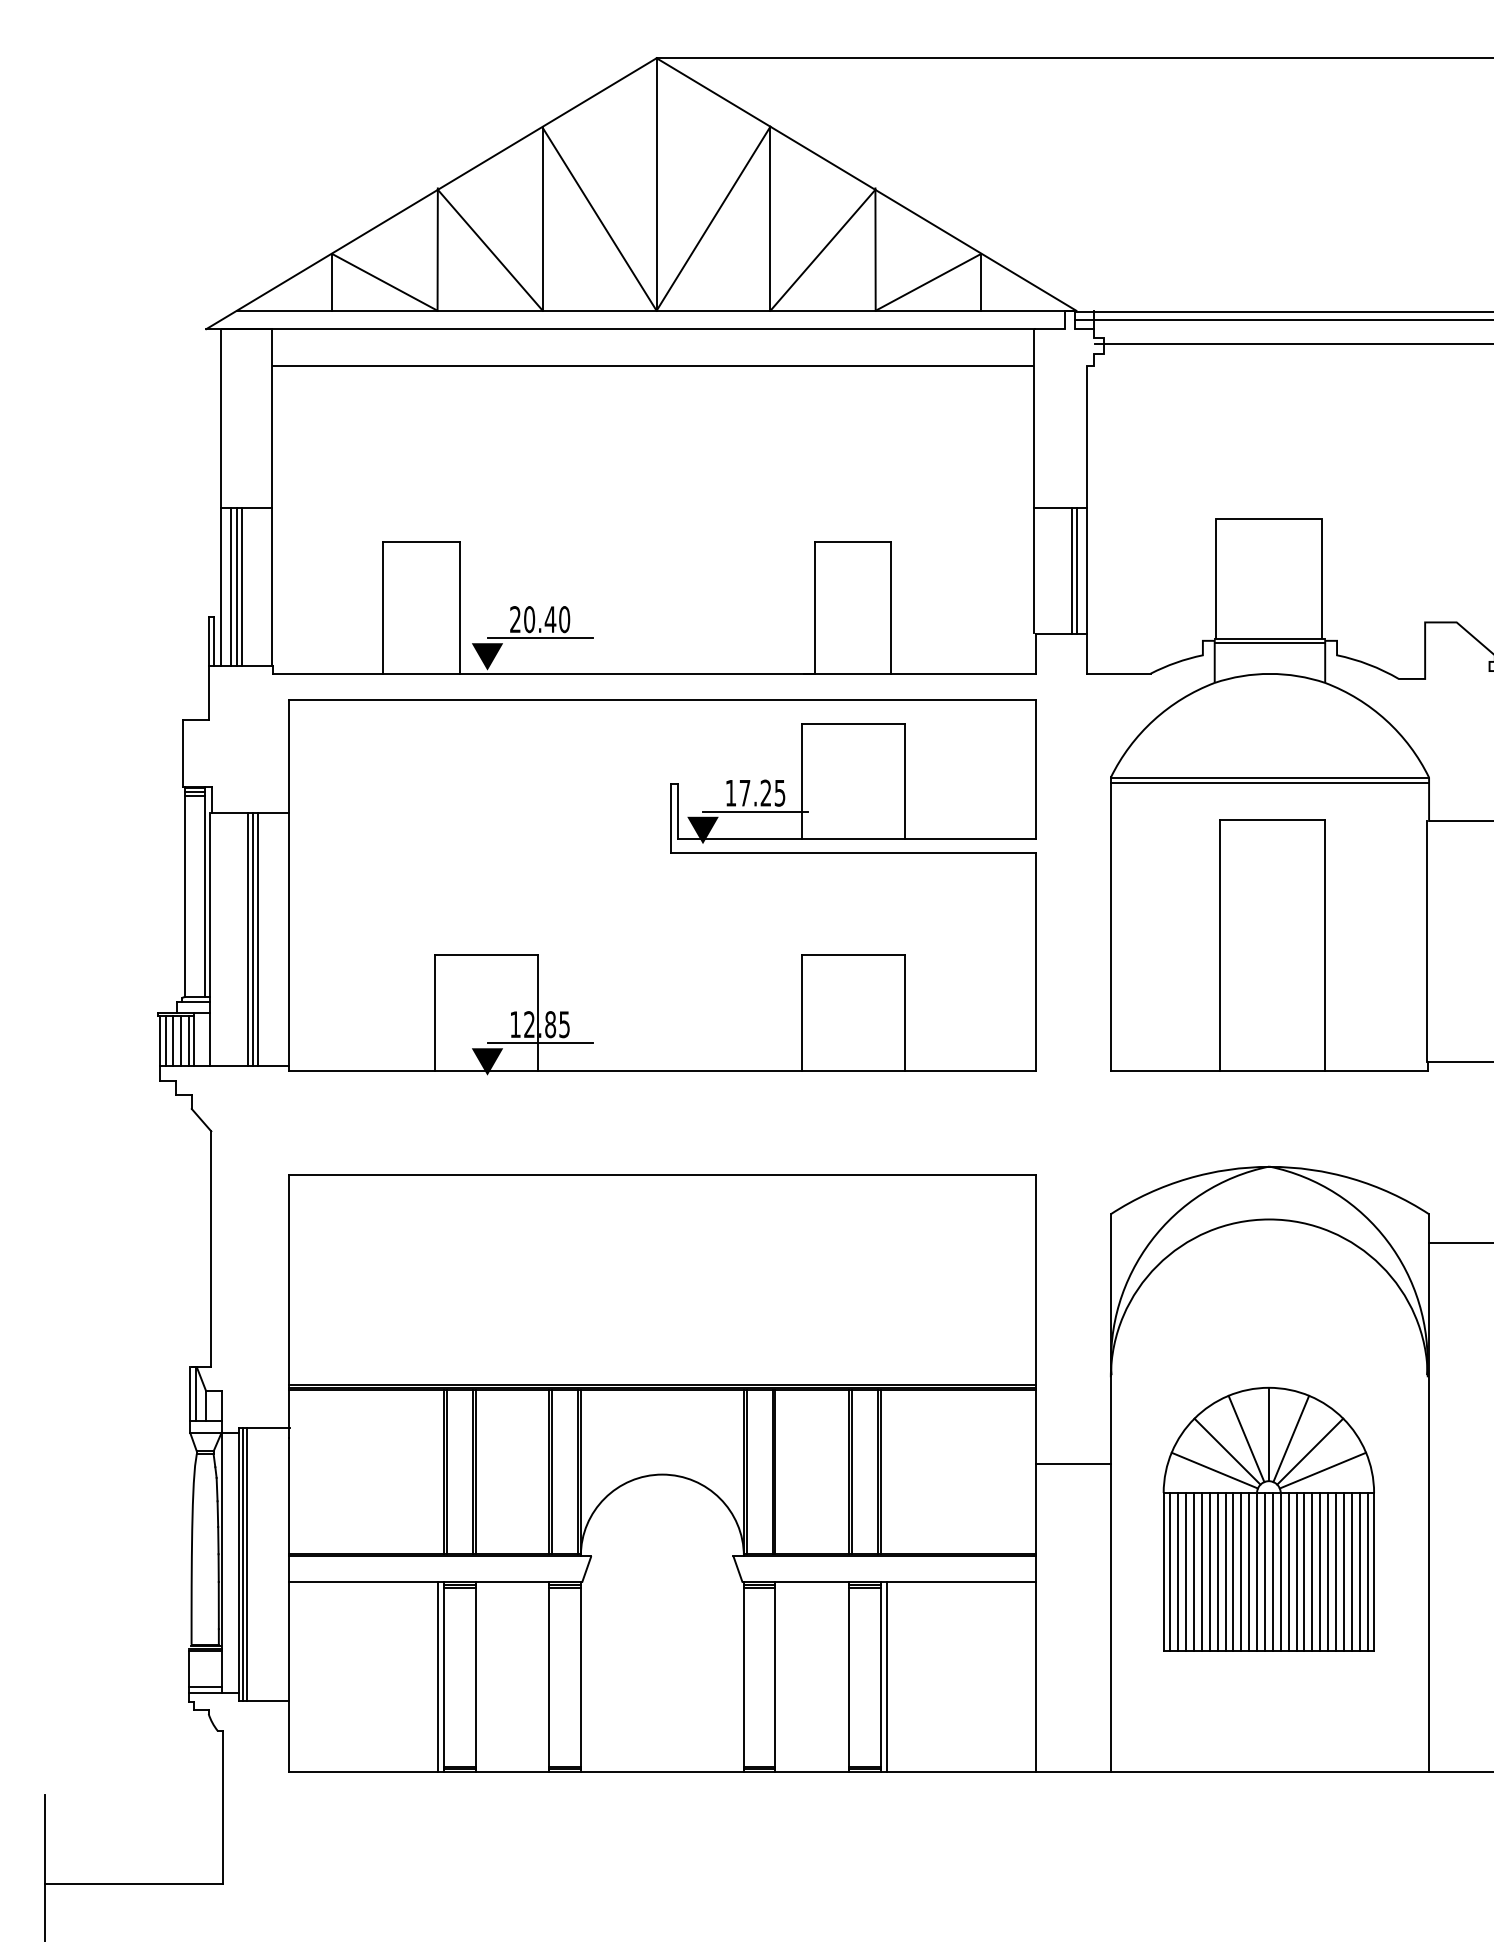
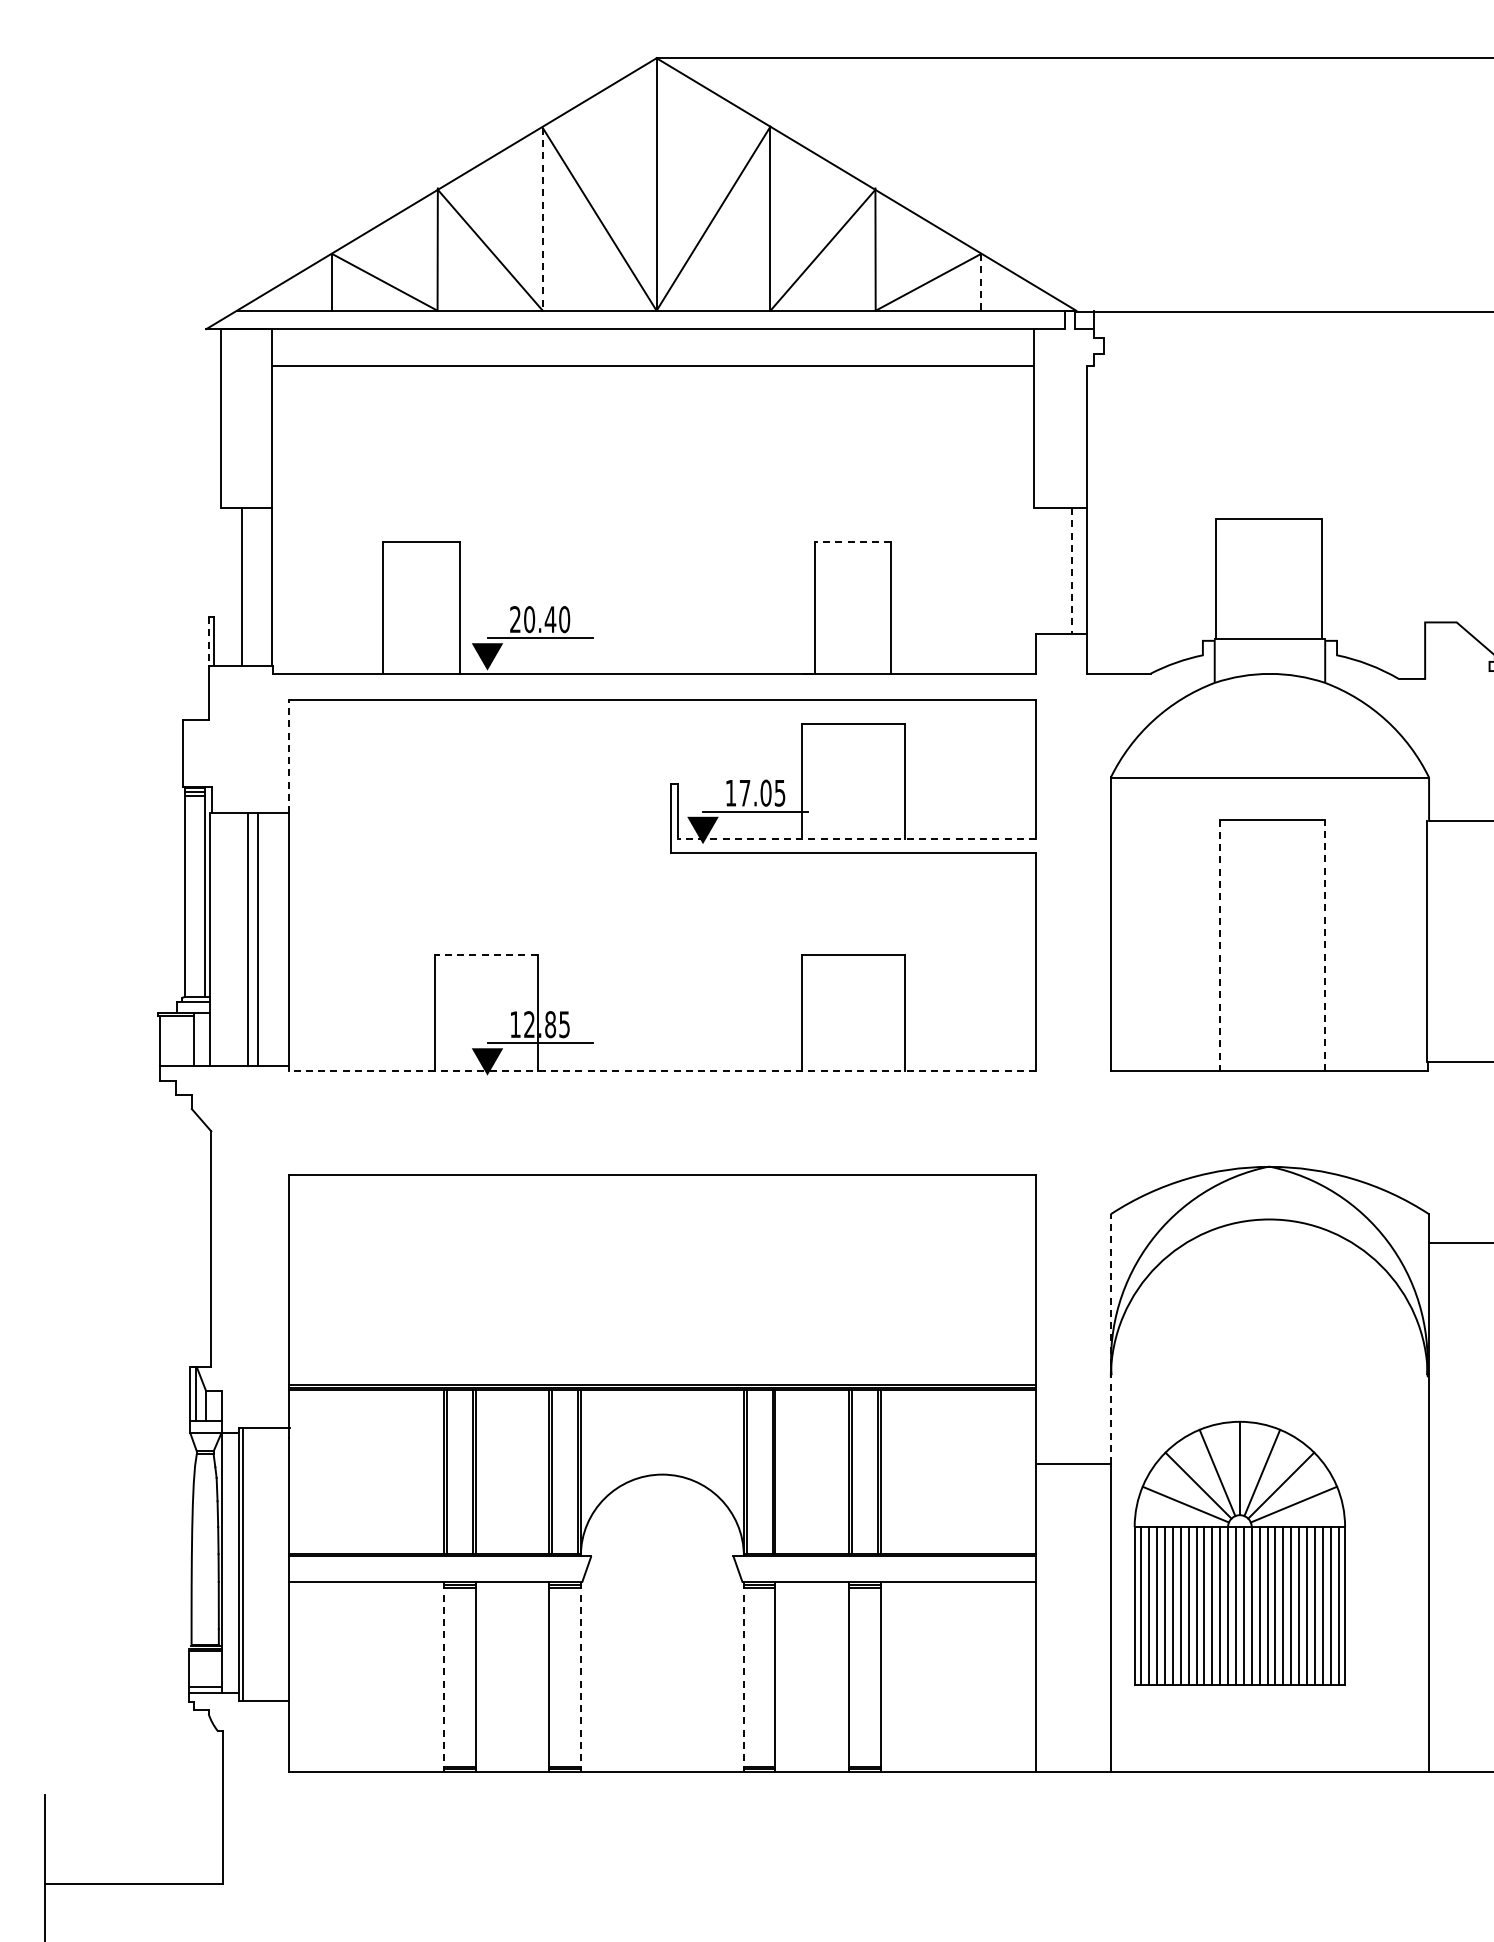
line at (542, 219): solid -> dashed
line at (980, 282): solid -> dashed
line at (1282, 319): present -> none
line at (1292, 343): present -> none
line at (852, 542): solid -> dashed
line at (1033, 570): present -> none
line at (1071, 571): solid -> dashed
line at (1076, 571): present -> none
line at (220, 586): present -> none
line at (231, 586): present -> none
line at (236, 586): present -> none
line at (208, 642): solid -> dashed
line at (1269, 643): present -> none
line at (289, 756): solid -> dashed
line at (1269, 782): present -> none
text at (765, 792): 17.25 -> 17.05
line at (857, 839): solid -> dashed
line at (253, 939): present -> none
line at (1220, 945): solid -> dashed
line at (1325, 945): solid -> dashed
line at (485, 955): solid -> dashed
line at (165, 1040): present -> none
line at (173, 1040): present -> none
line at (181, 1040): present -> none
line at (189, 1040): present -> none
line at (662, 1070): solid -> dashed
line at (1110, 1339): solid -> dashed
part at (1268, 1518) position: (1268, 1518) -> (1239, 1552)
line at (246, 1563): present -> none
line at (437, 1676): present -> none
line at (887, 1676): present -> none
line at (444, 1677): solid -> dashed
line at (580, 1677): solid -> dashed
line at (743, 1677): solid -> dashed
